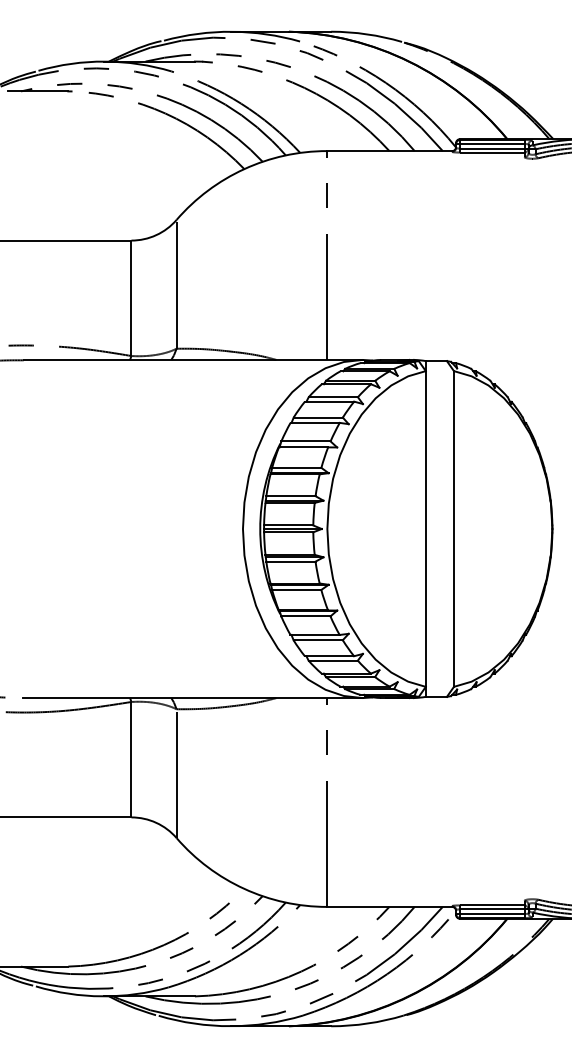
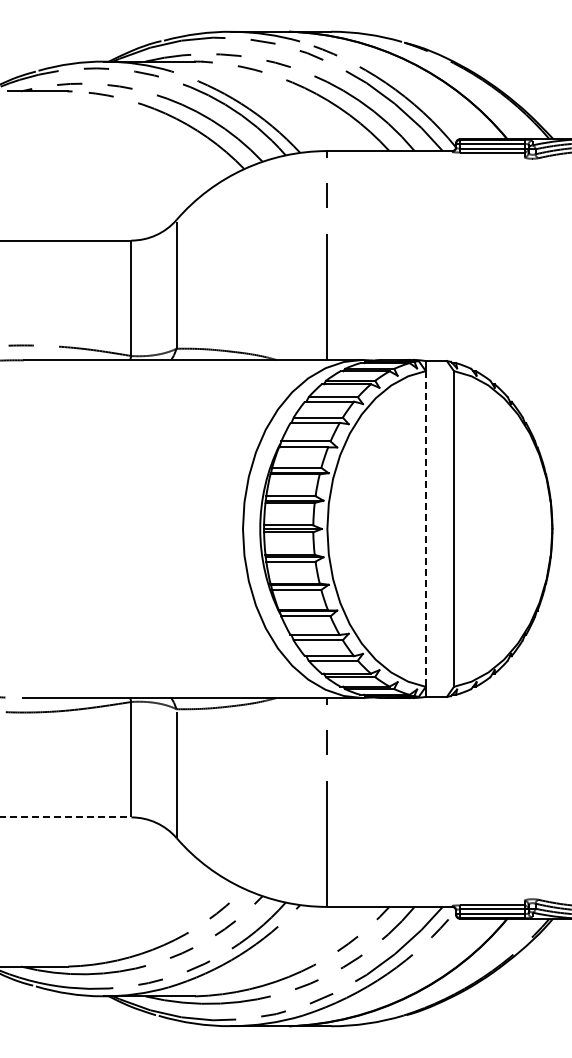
line at (425, 528): solid -> dashed
line at (66, 817): solid -> dashed
